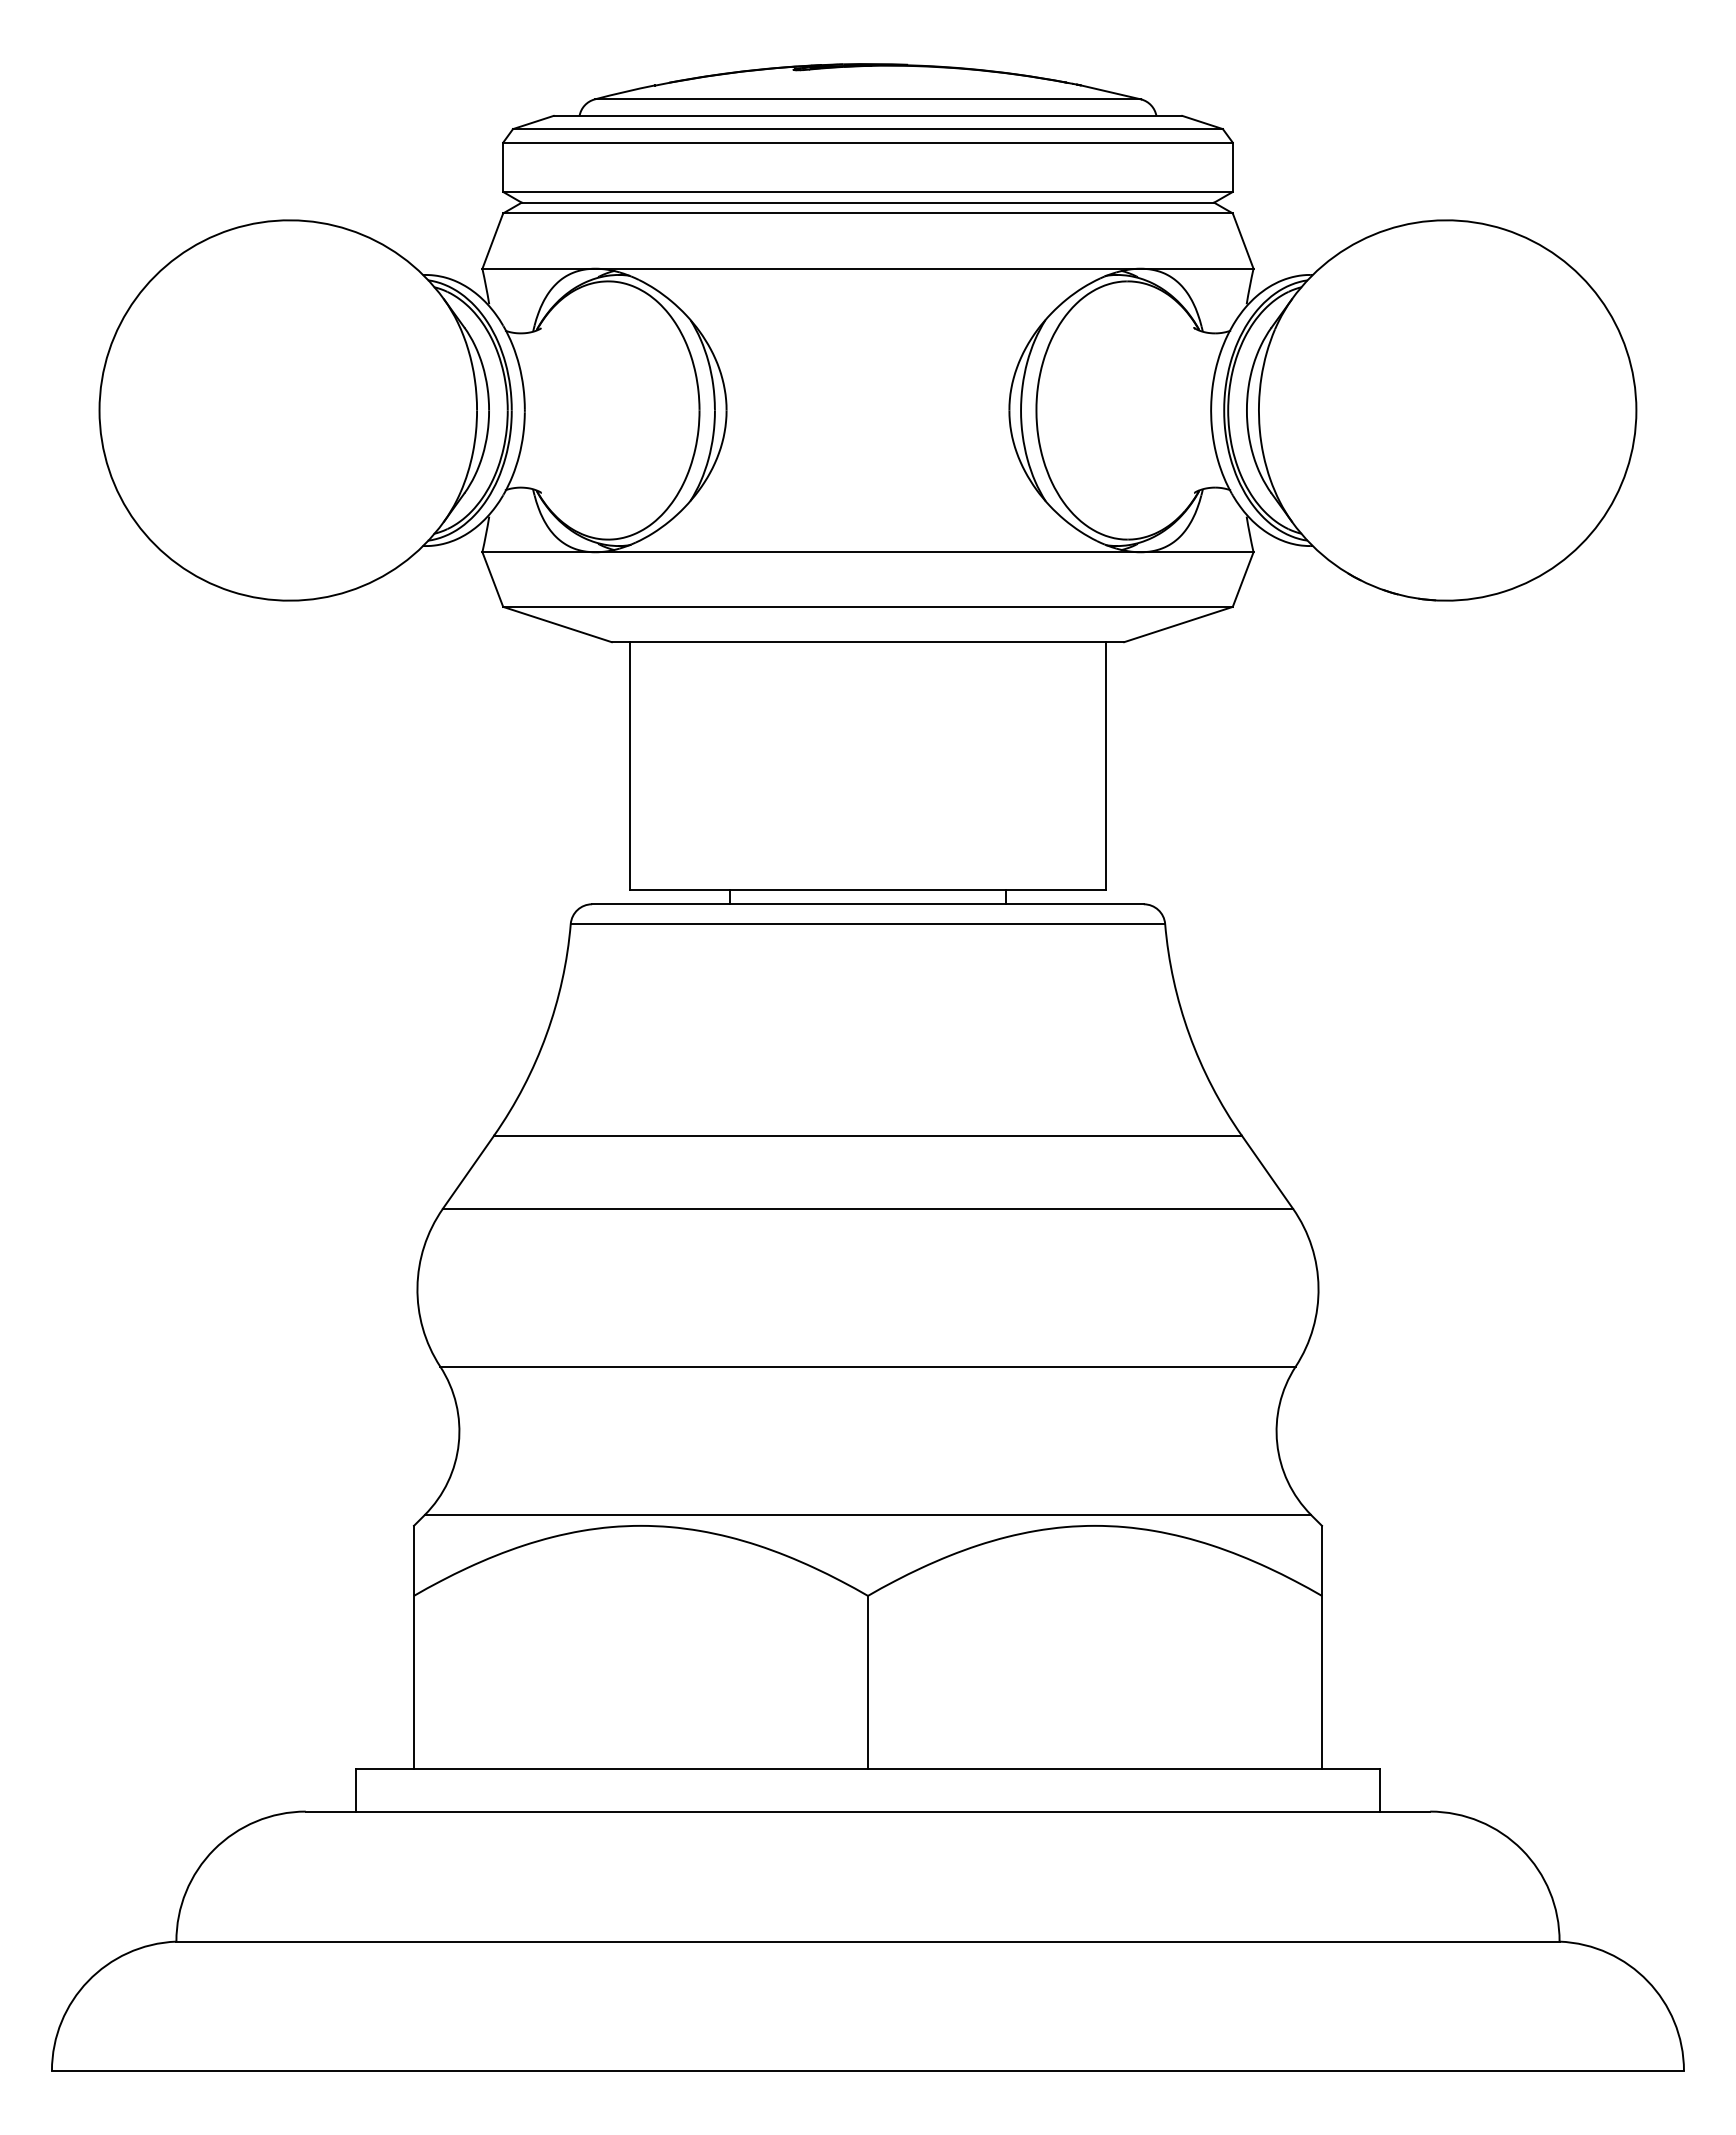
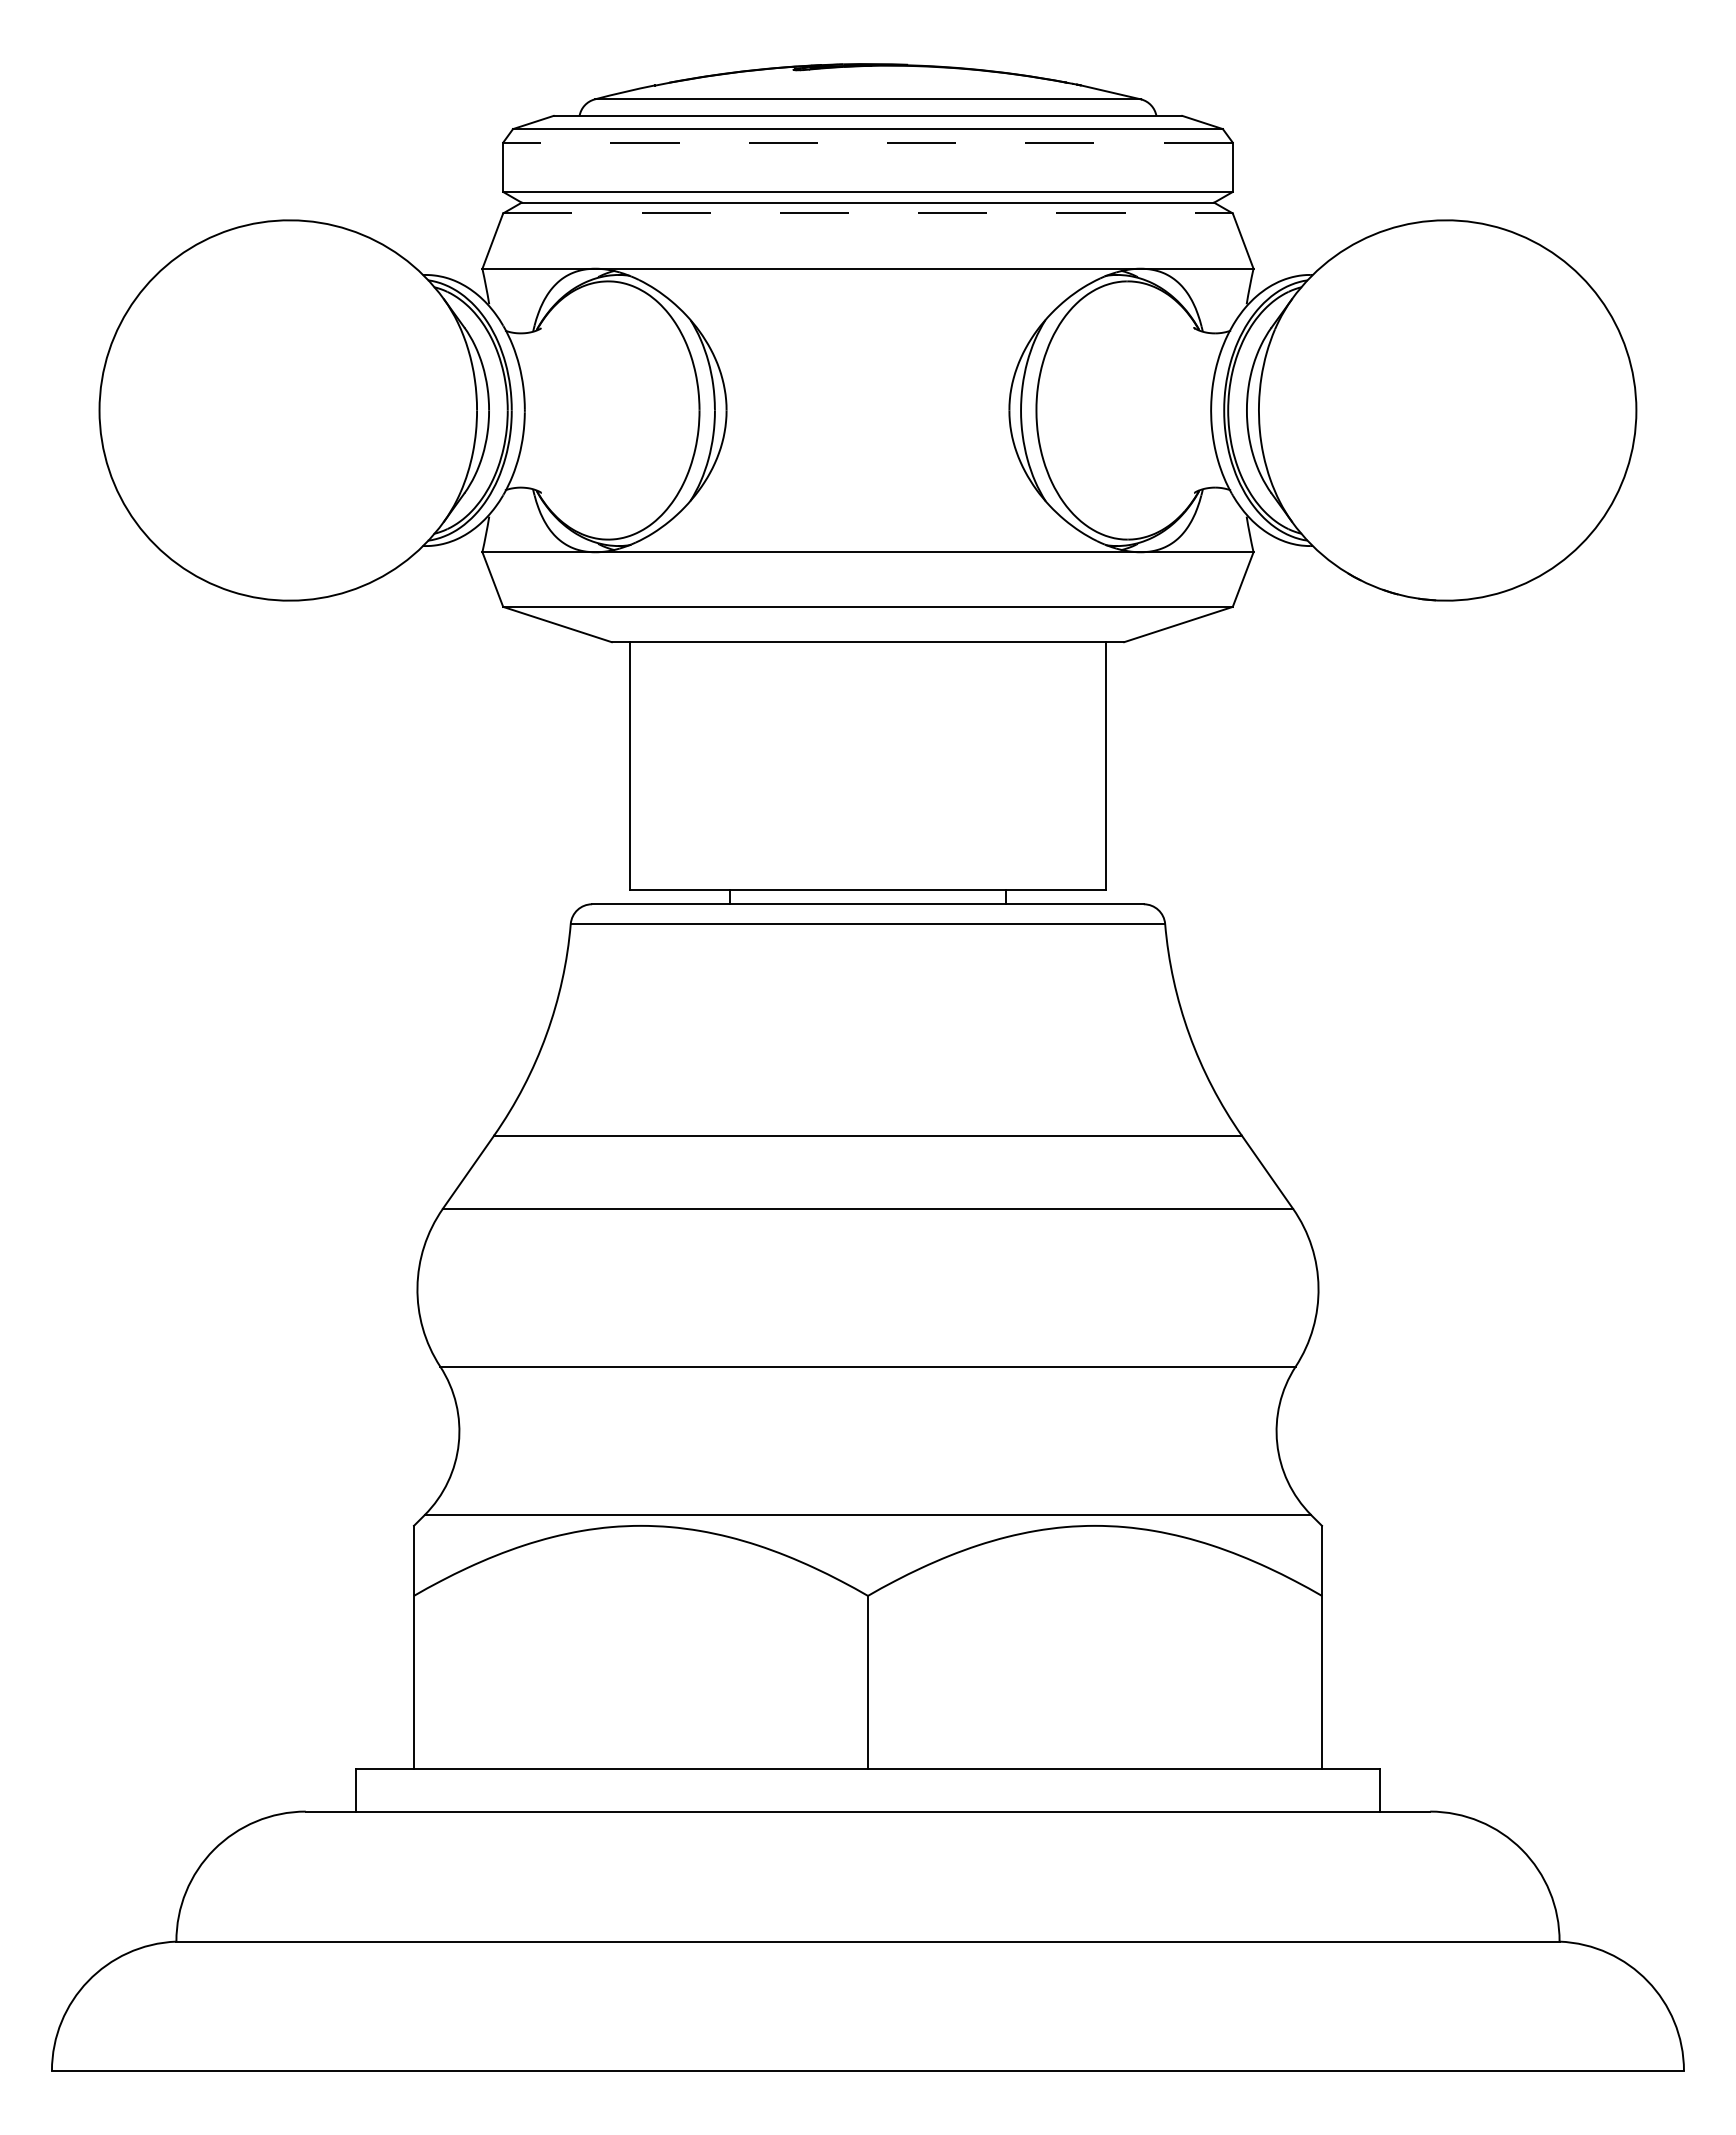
line at (868, 142): solid -> dashed
line at (868, 213): solid -> dashed
